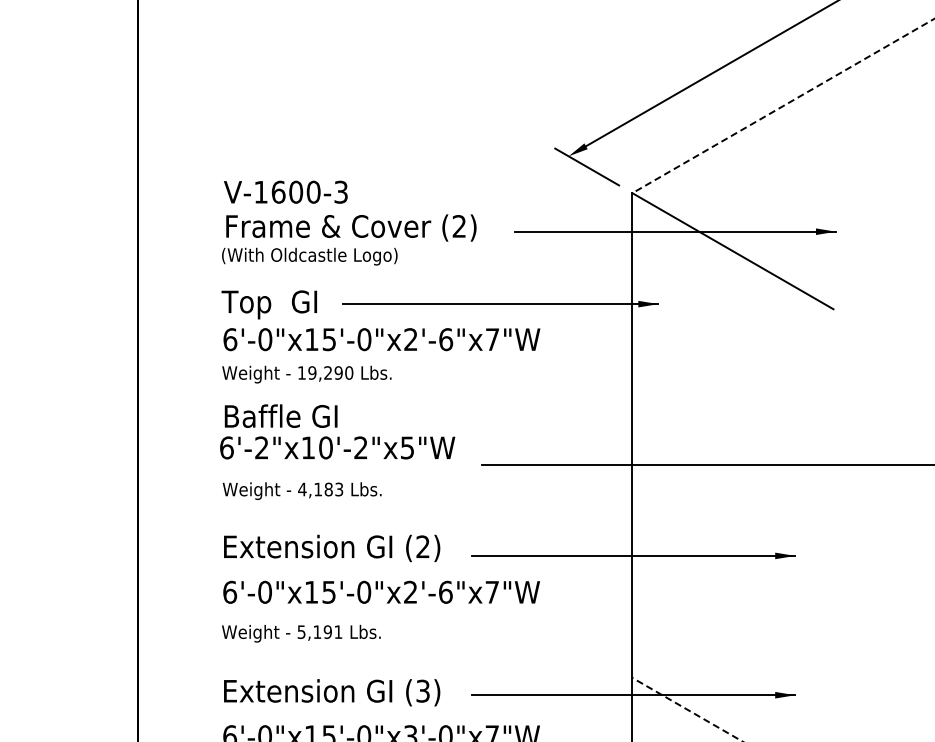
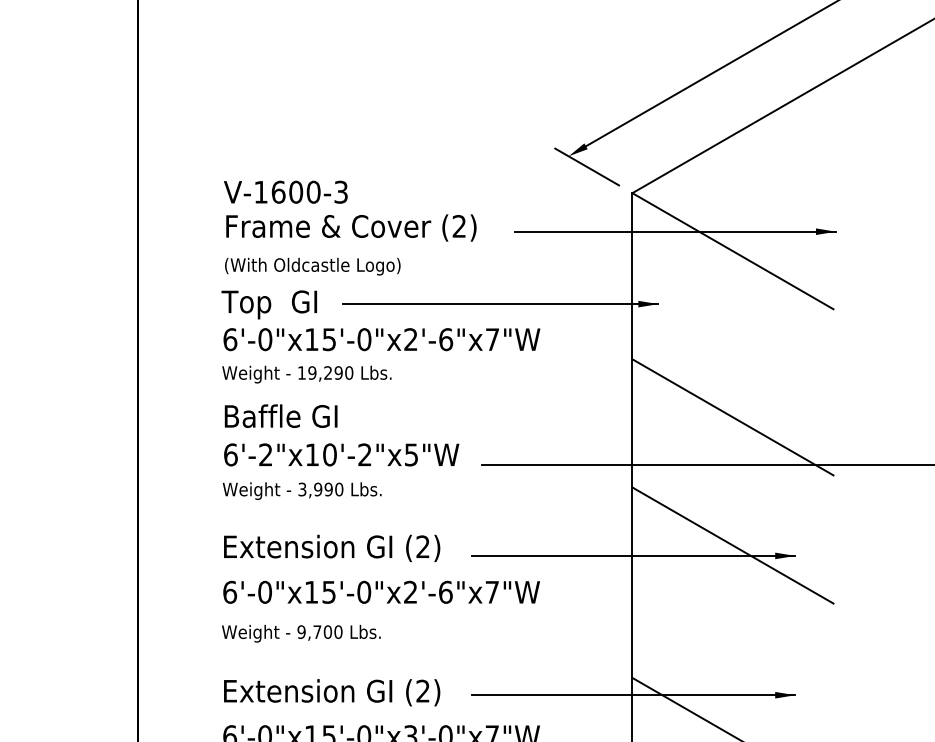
line at (783, 106): dashed -> solid
text at (309, 256) position: (309, 256) -> (312, 266)
line at (732, 417): none -> present
text at (337, 447) position: (337, 447) -> (341, 454)
text at (320, 489): 4,183 -> 3,990
line at (732, 545): none -> present
text at (319, 631): 5,191 -> 9,700
text at (422, 691): (3) -> (2)
line at (687, 709): dashed -> solid
